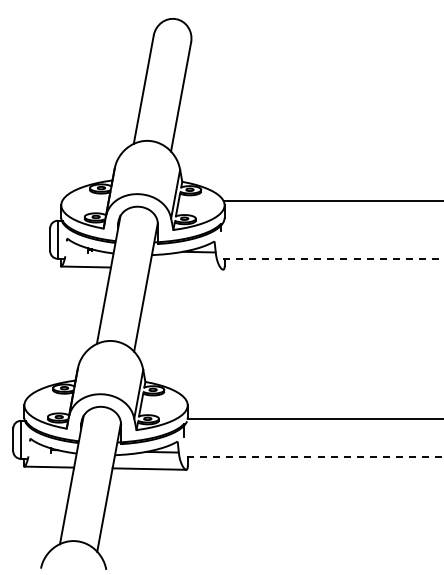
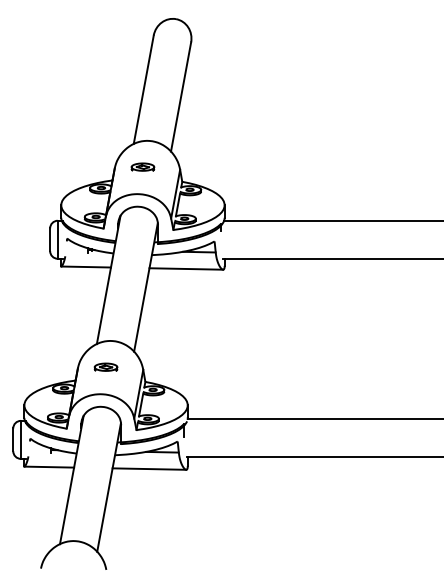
part at (142, 166): none -> present
line at (332, 200) position: (332, 200) -> (332, 220)
line at (333, 258): dashed -> solid
line at (186, 268): none -> present
part at (105, 366): none -> present
line at (315, 456): dashed -> solid
